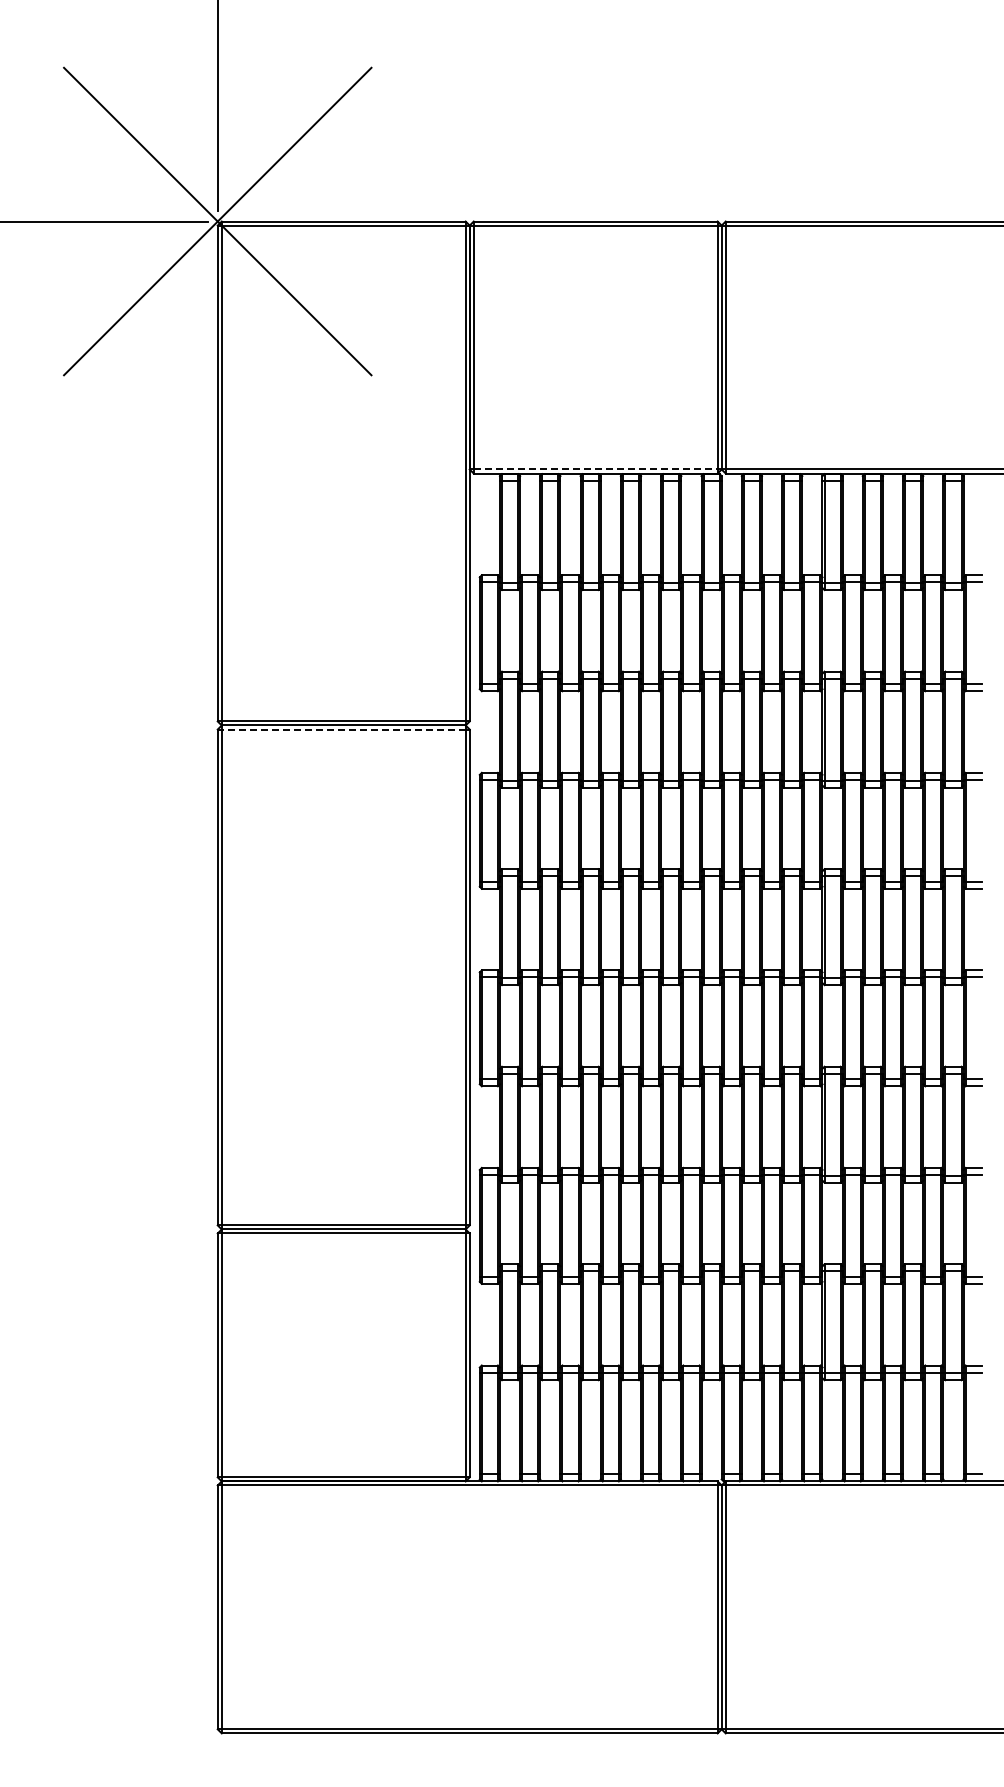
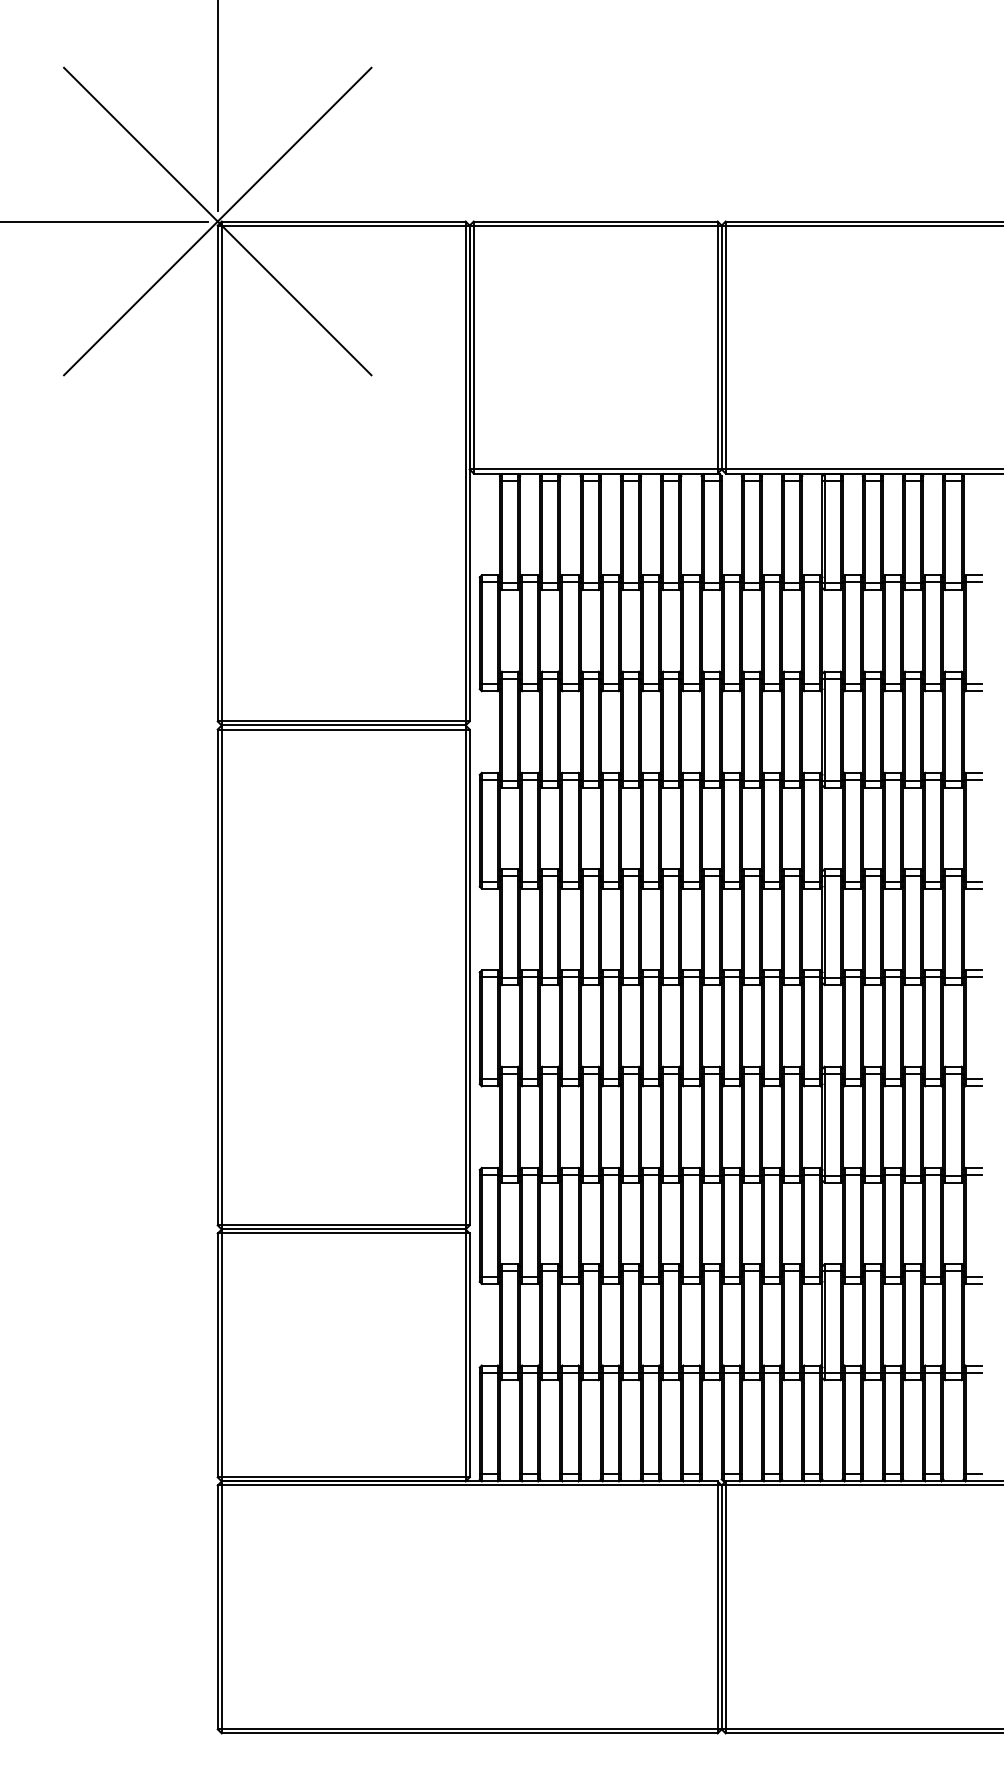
line at (595, 469): dashed -> solid
line at (343, 729): dashed -> solid
